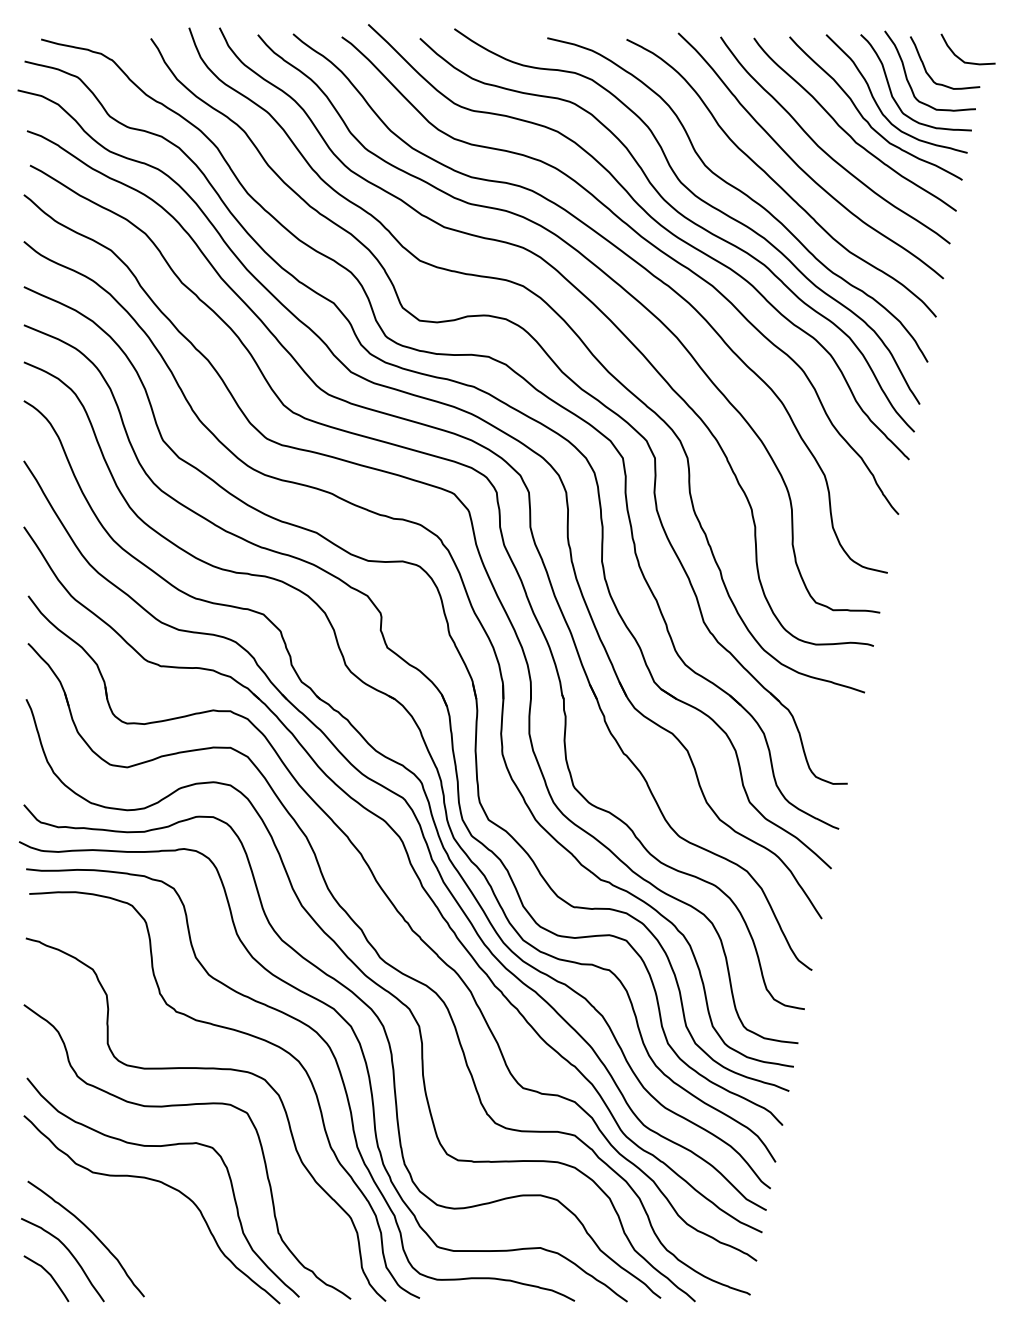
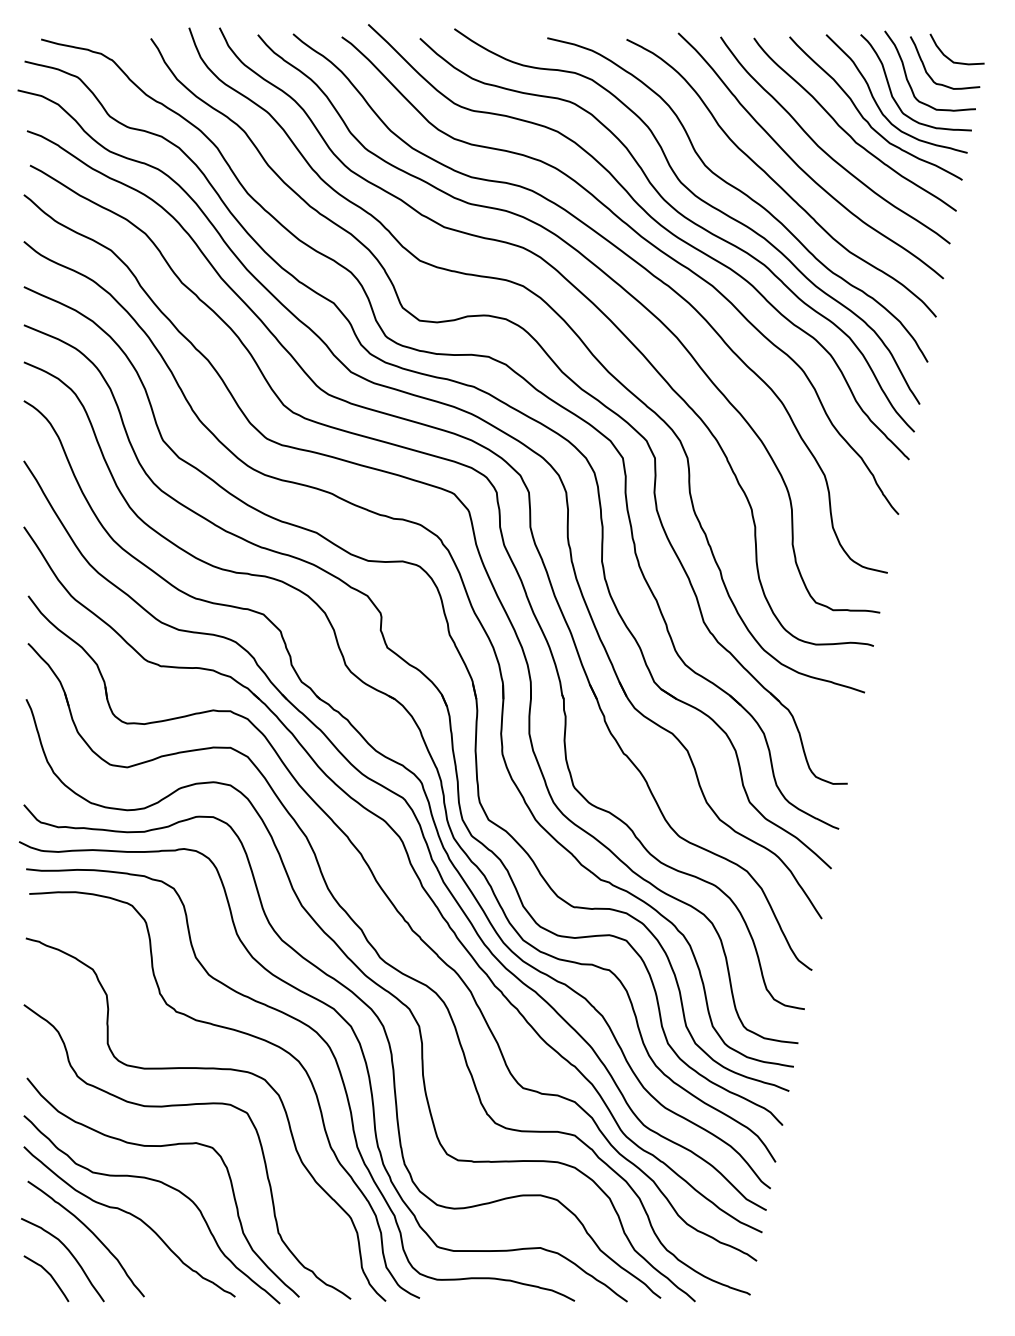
curve at (961, 58) position: (961, 58) -> (950, 58)
curve at (132, 1216): none -> present
